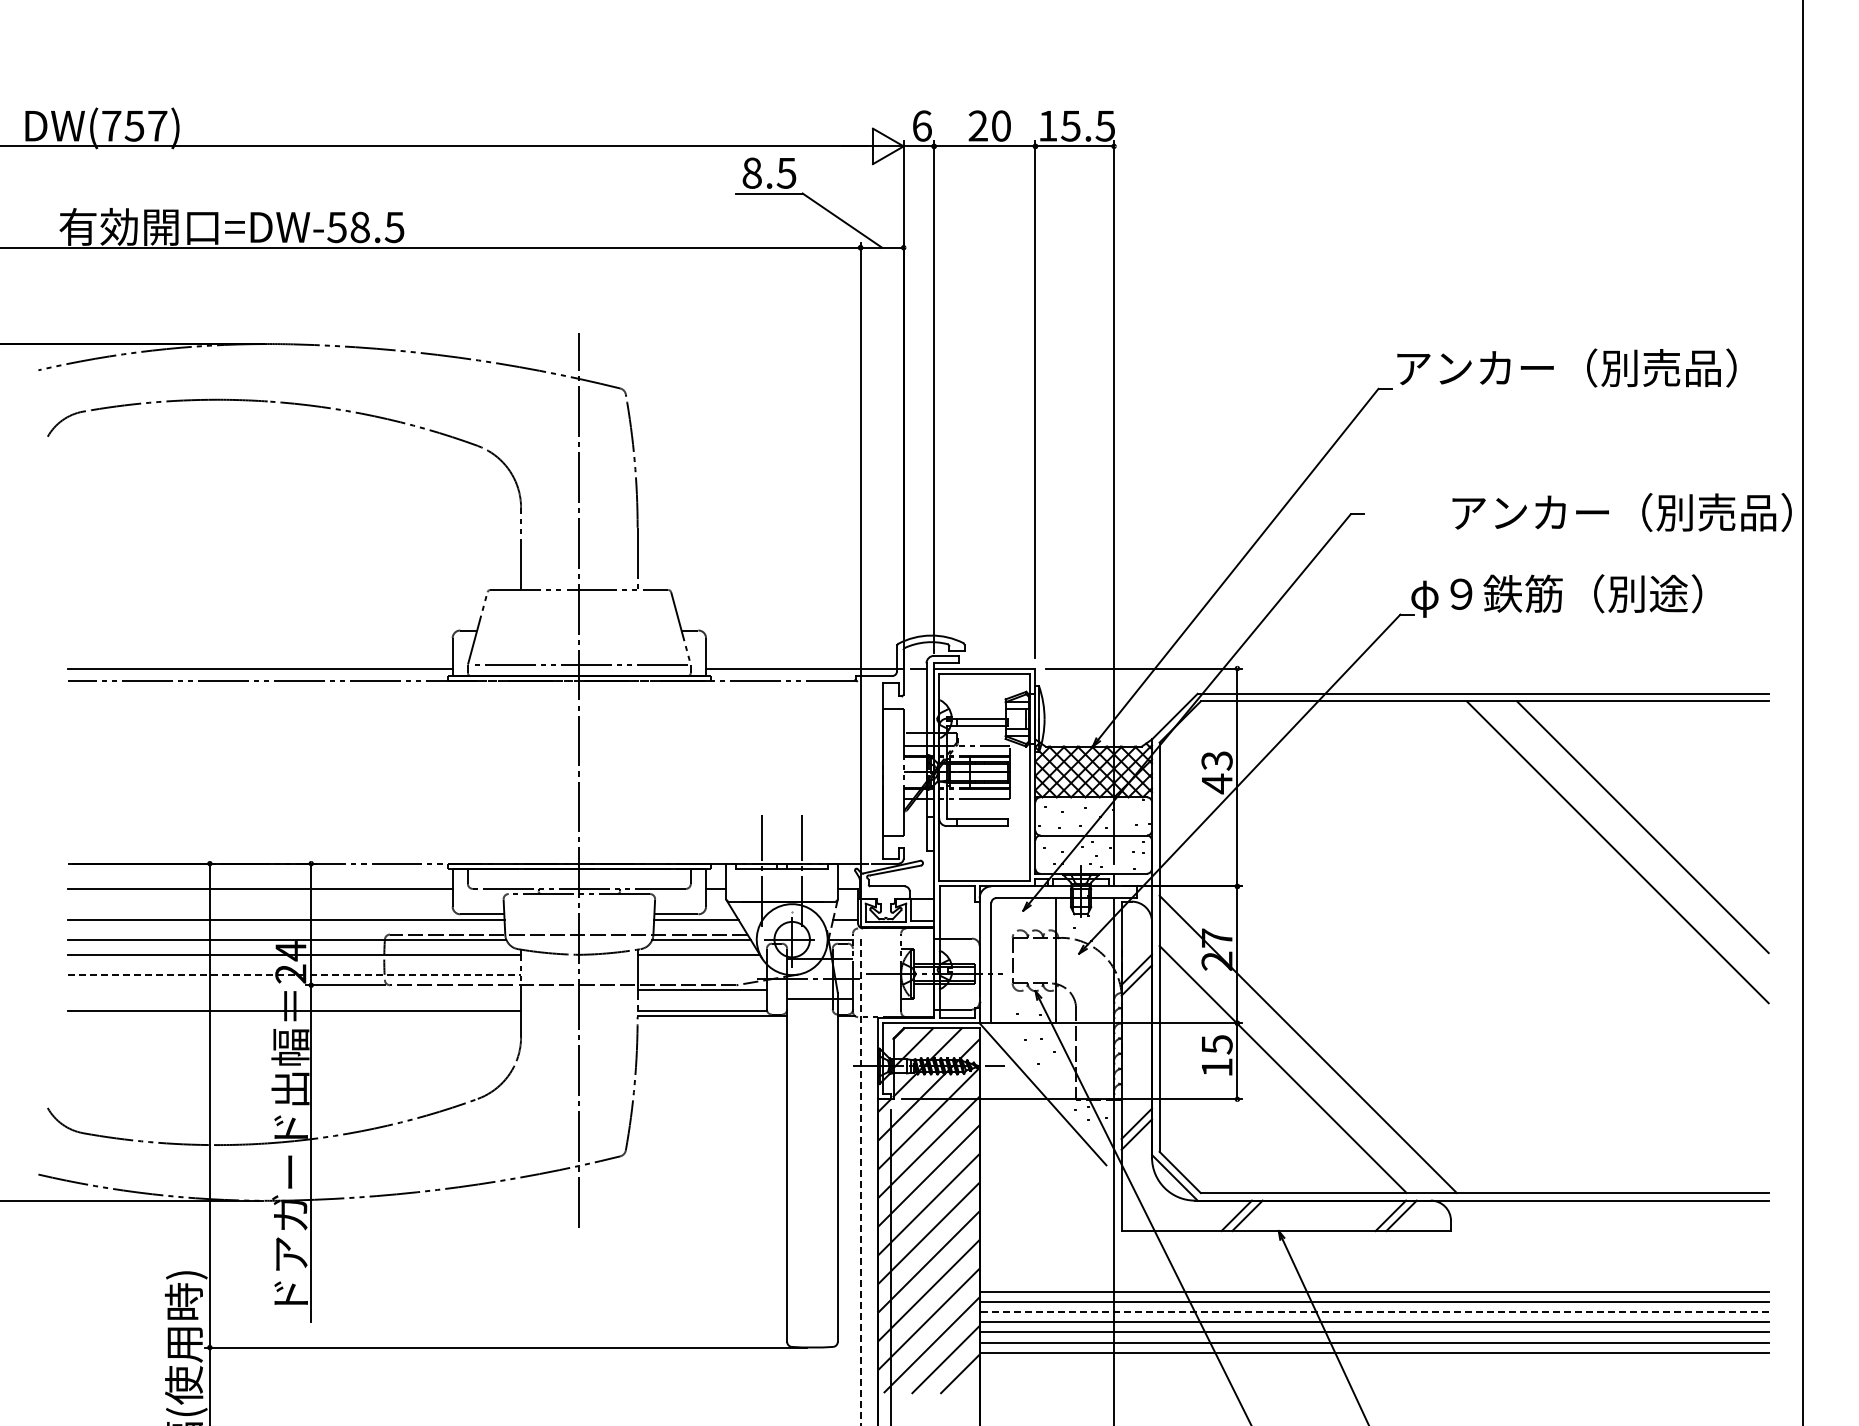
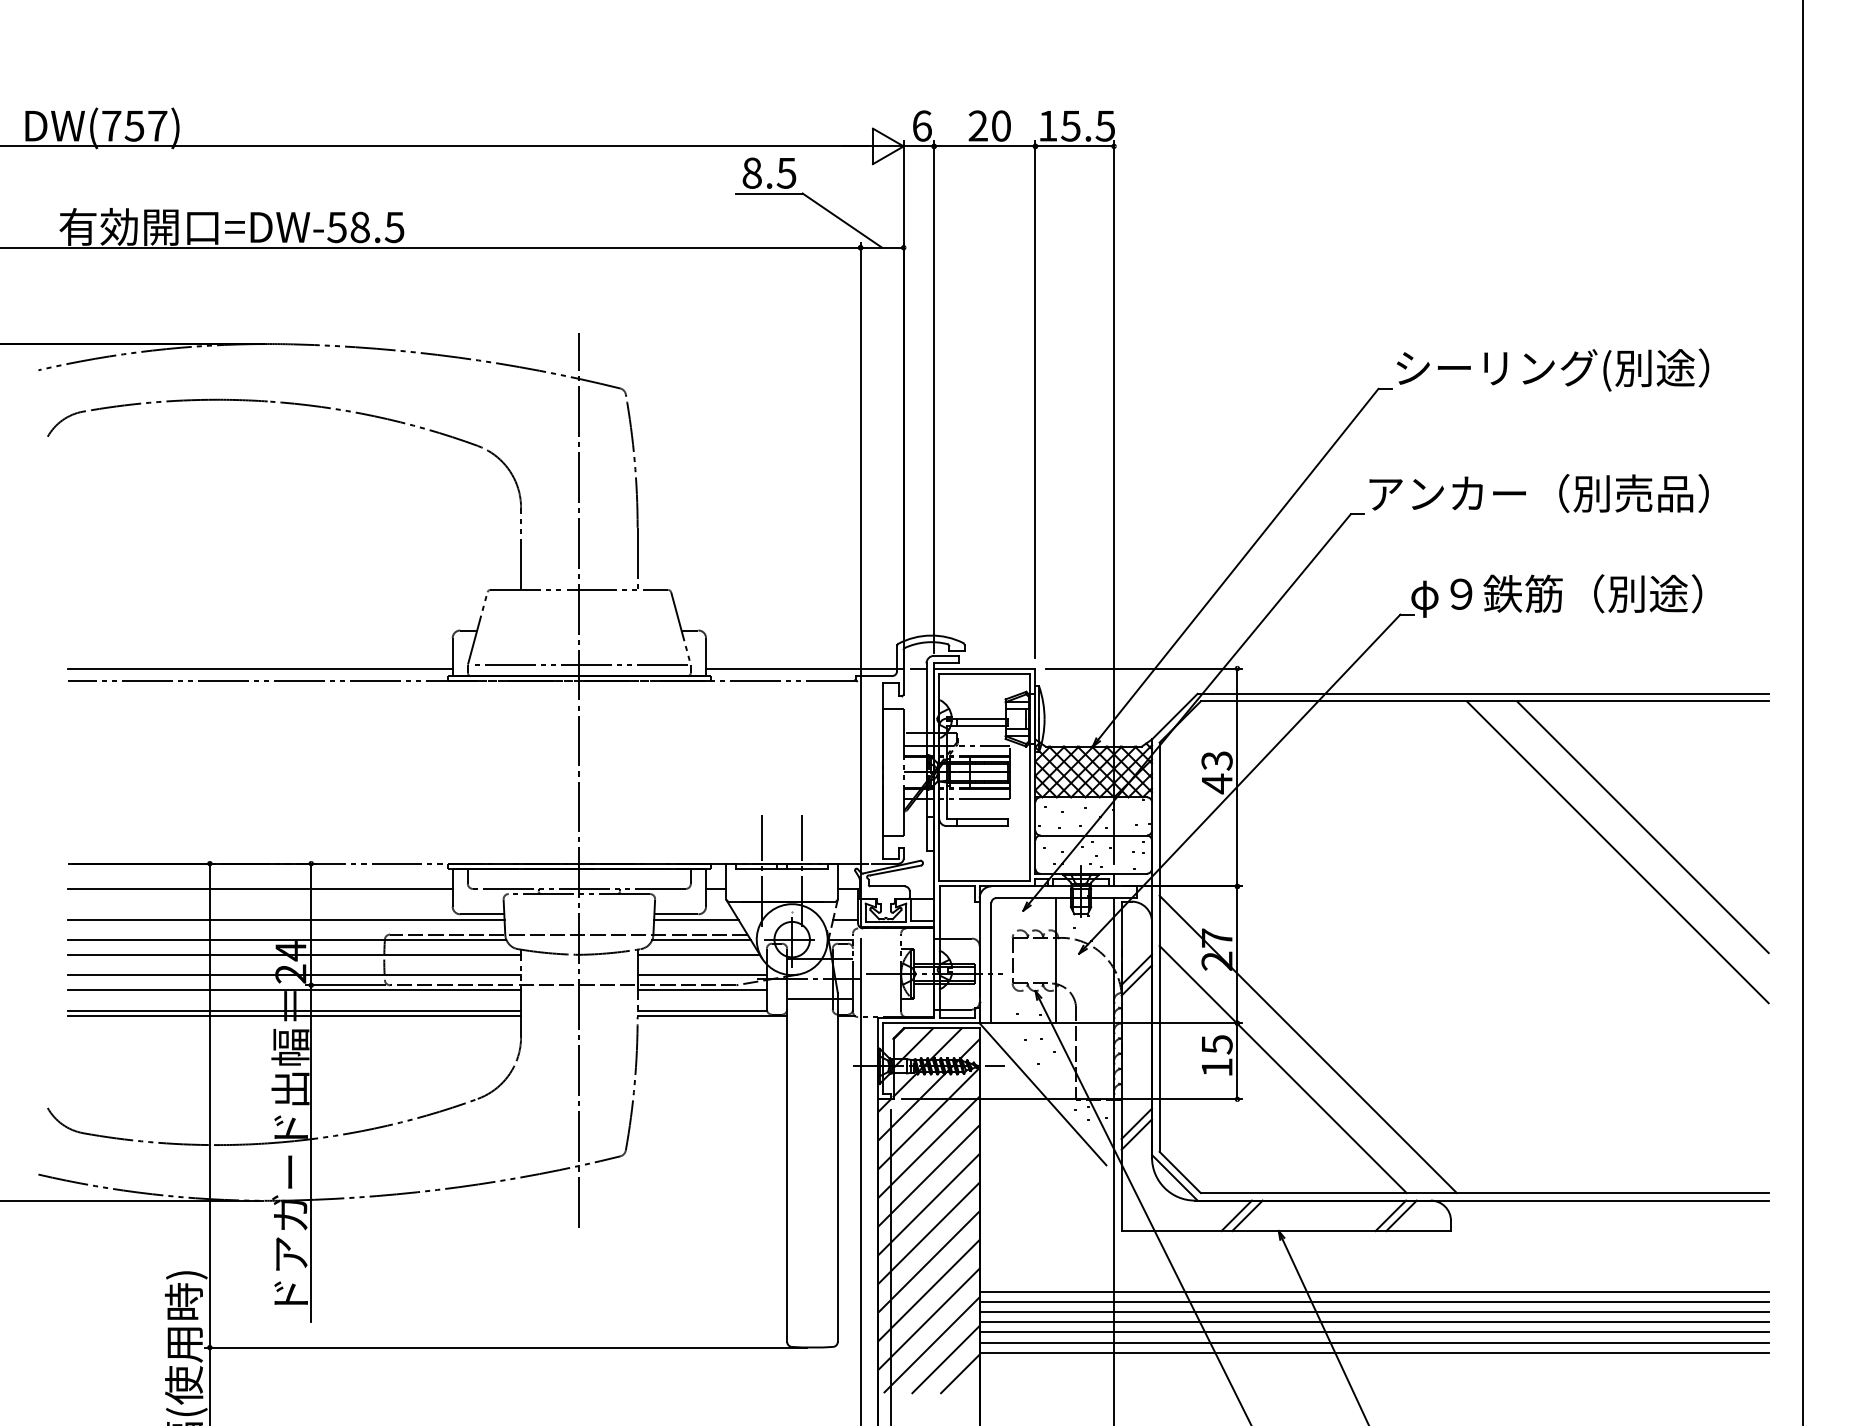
text at (1566, 369): アンカー（別売品） -> シーリング(別途）
text at (1621, 512) position: (1621, 512) -> (1538, 493)
line at (294, 975): dashed -> solid
line at (701, 975): none -> present
line at (294, 990): none -> present
line at (294, 1015): none -> present
line at (860, 1182): dashed -> solid
line at (1373, 1312): dashed -> solid
